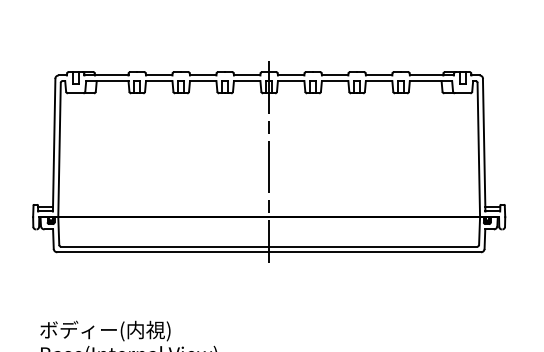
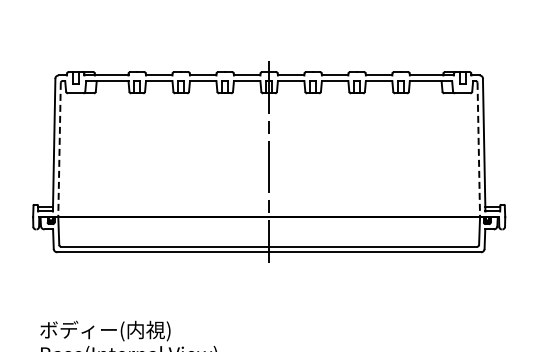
line at (59, 150): solid -> dashed
line at (478, 150): solid -> dashed
